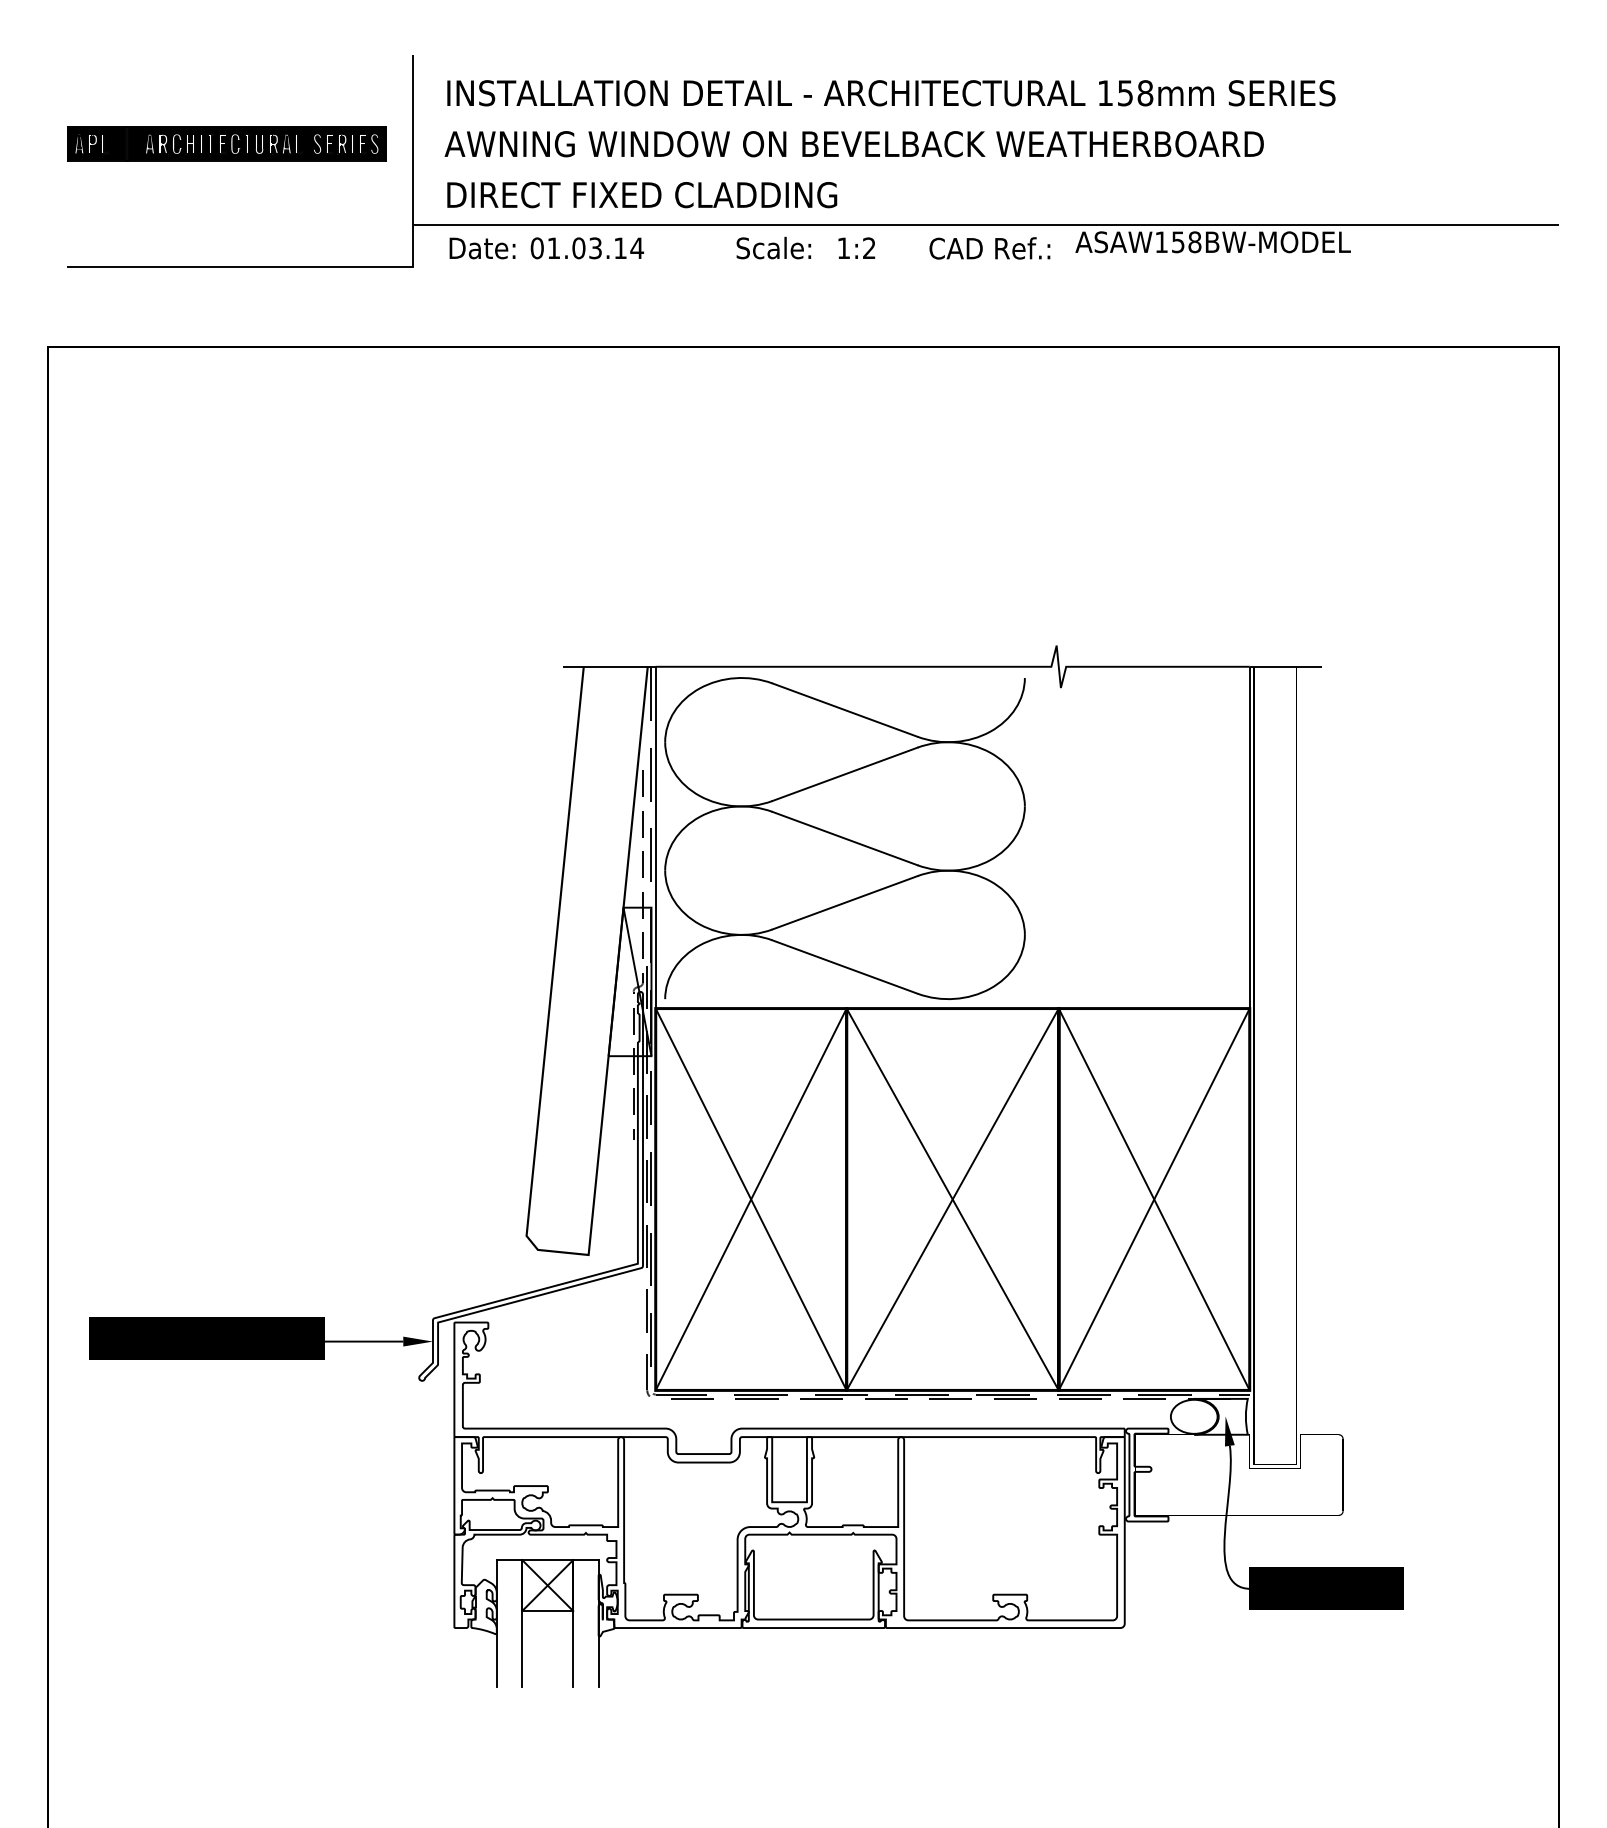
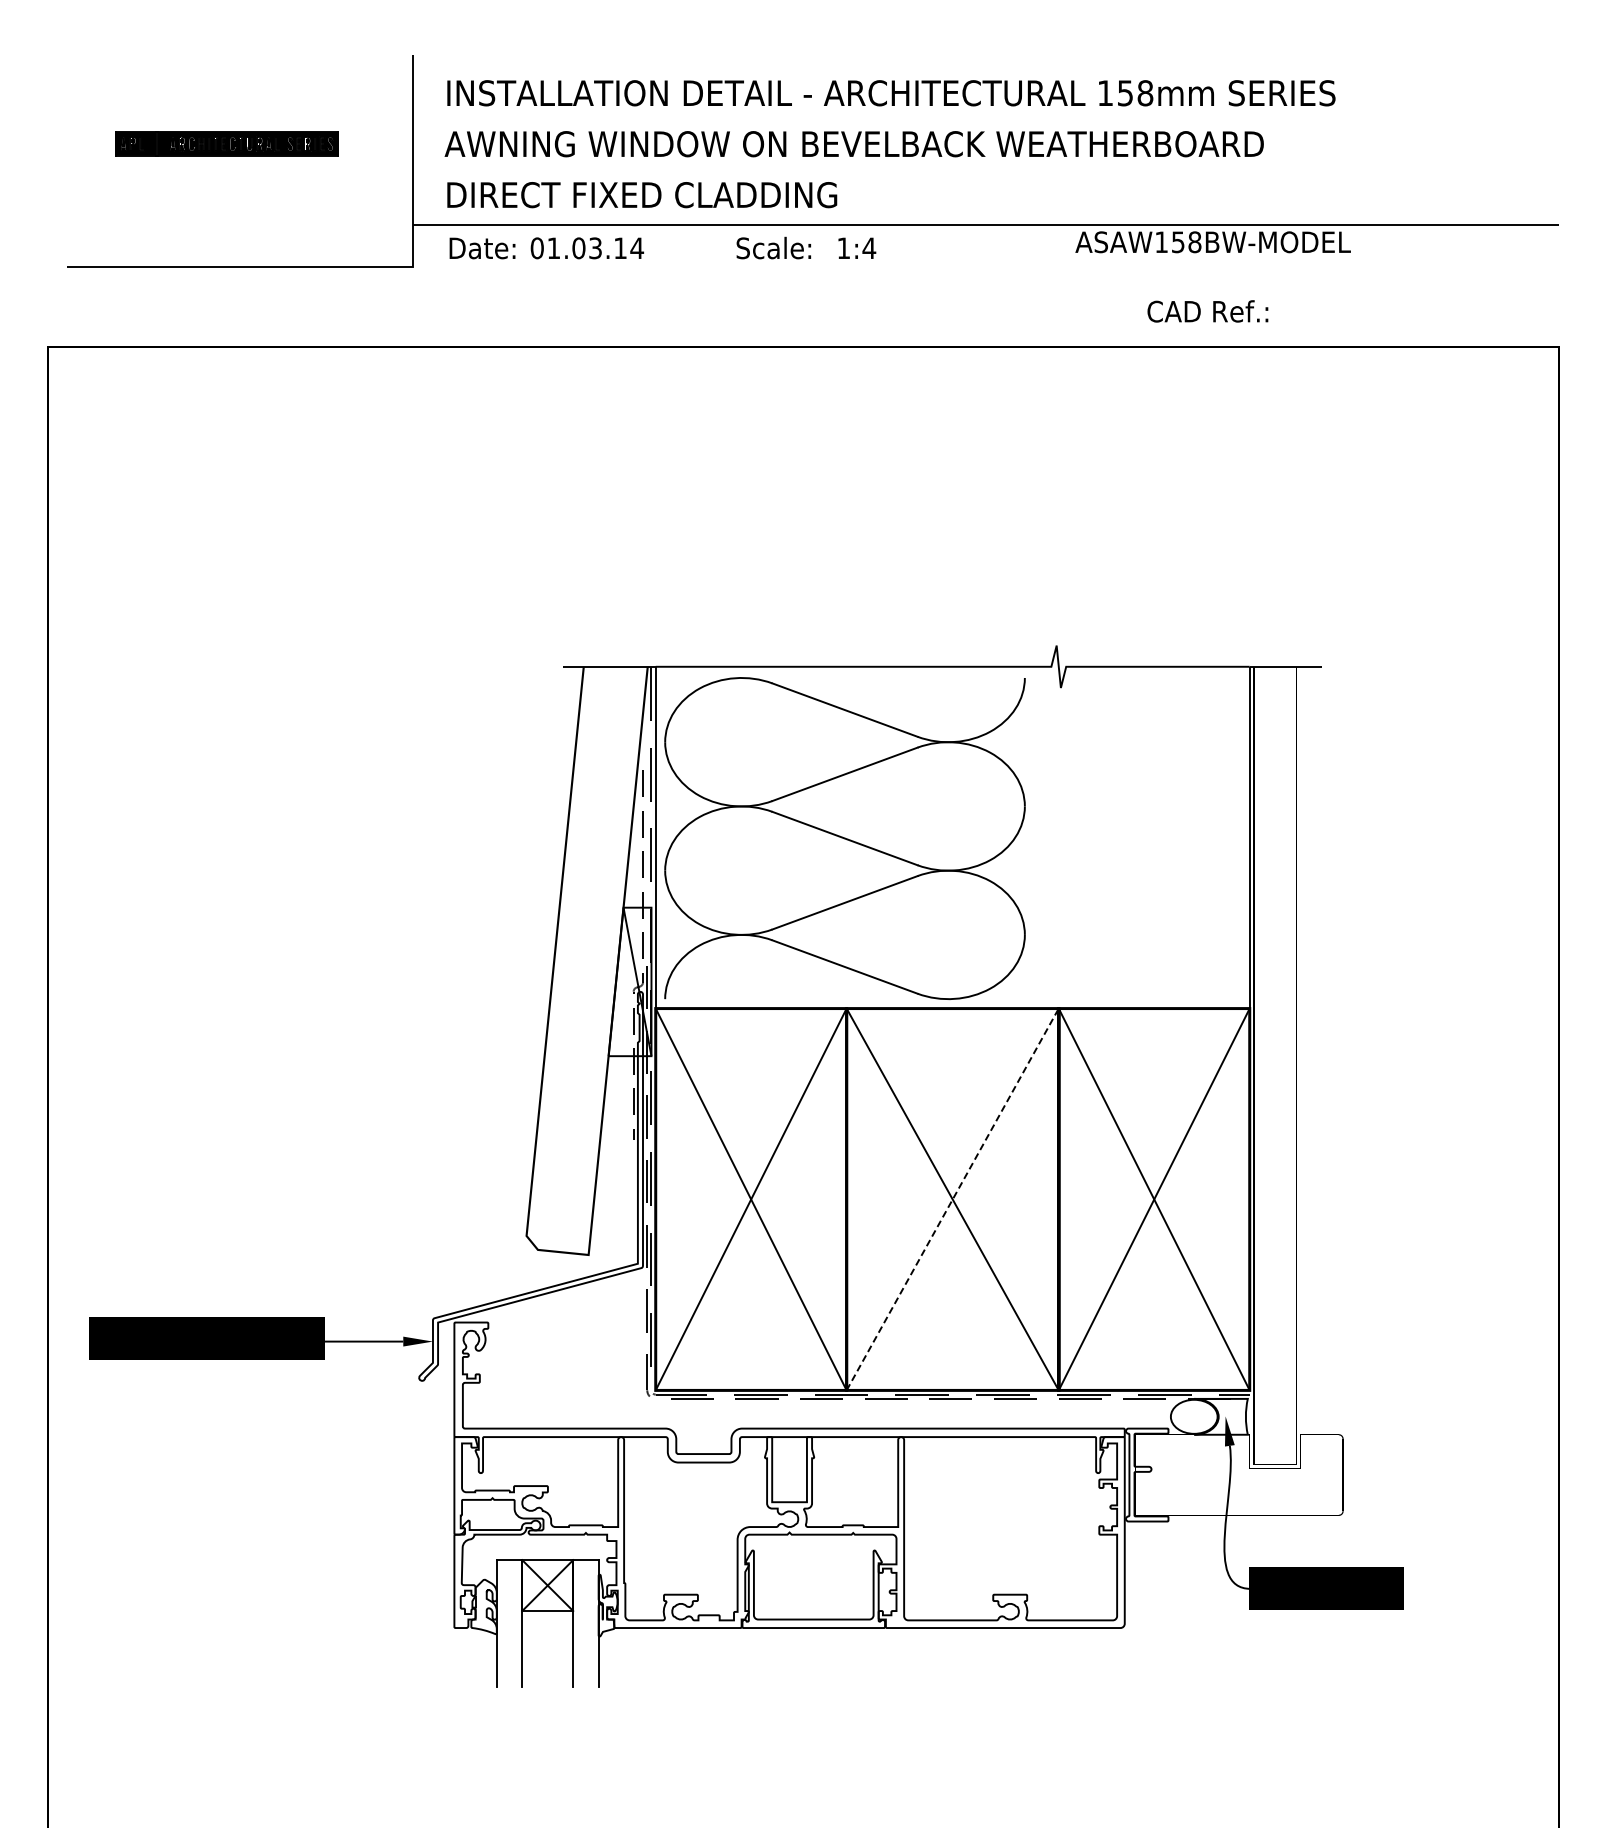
part at (226, 143) size: 320x36 px -> 224x26 px
text at (869, 247): 1:2 -> 1:4
text at (989, 248) position: (989, 248) -> (1207, 311)
line at (952, 1199): solid -> dashed
